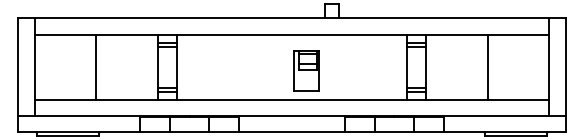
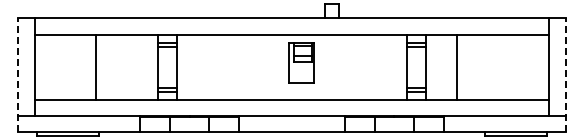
line at (488, 66) position: (488, 66) -> (457, 66)
part at (306, 70) position: (306, 70) -> (301, 62)
line at (17, 75): solid -> dashed
line at (566, 75): solid -> dashed
